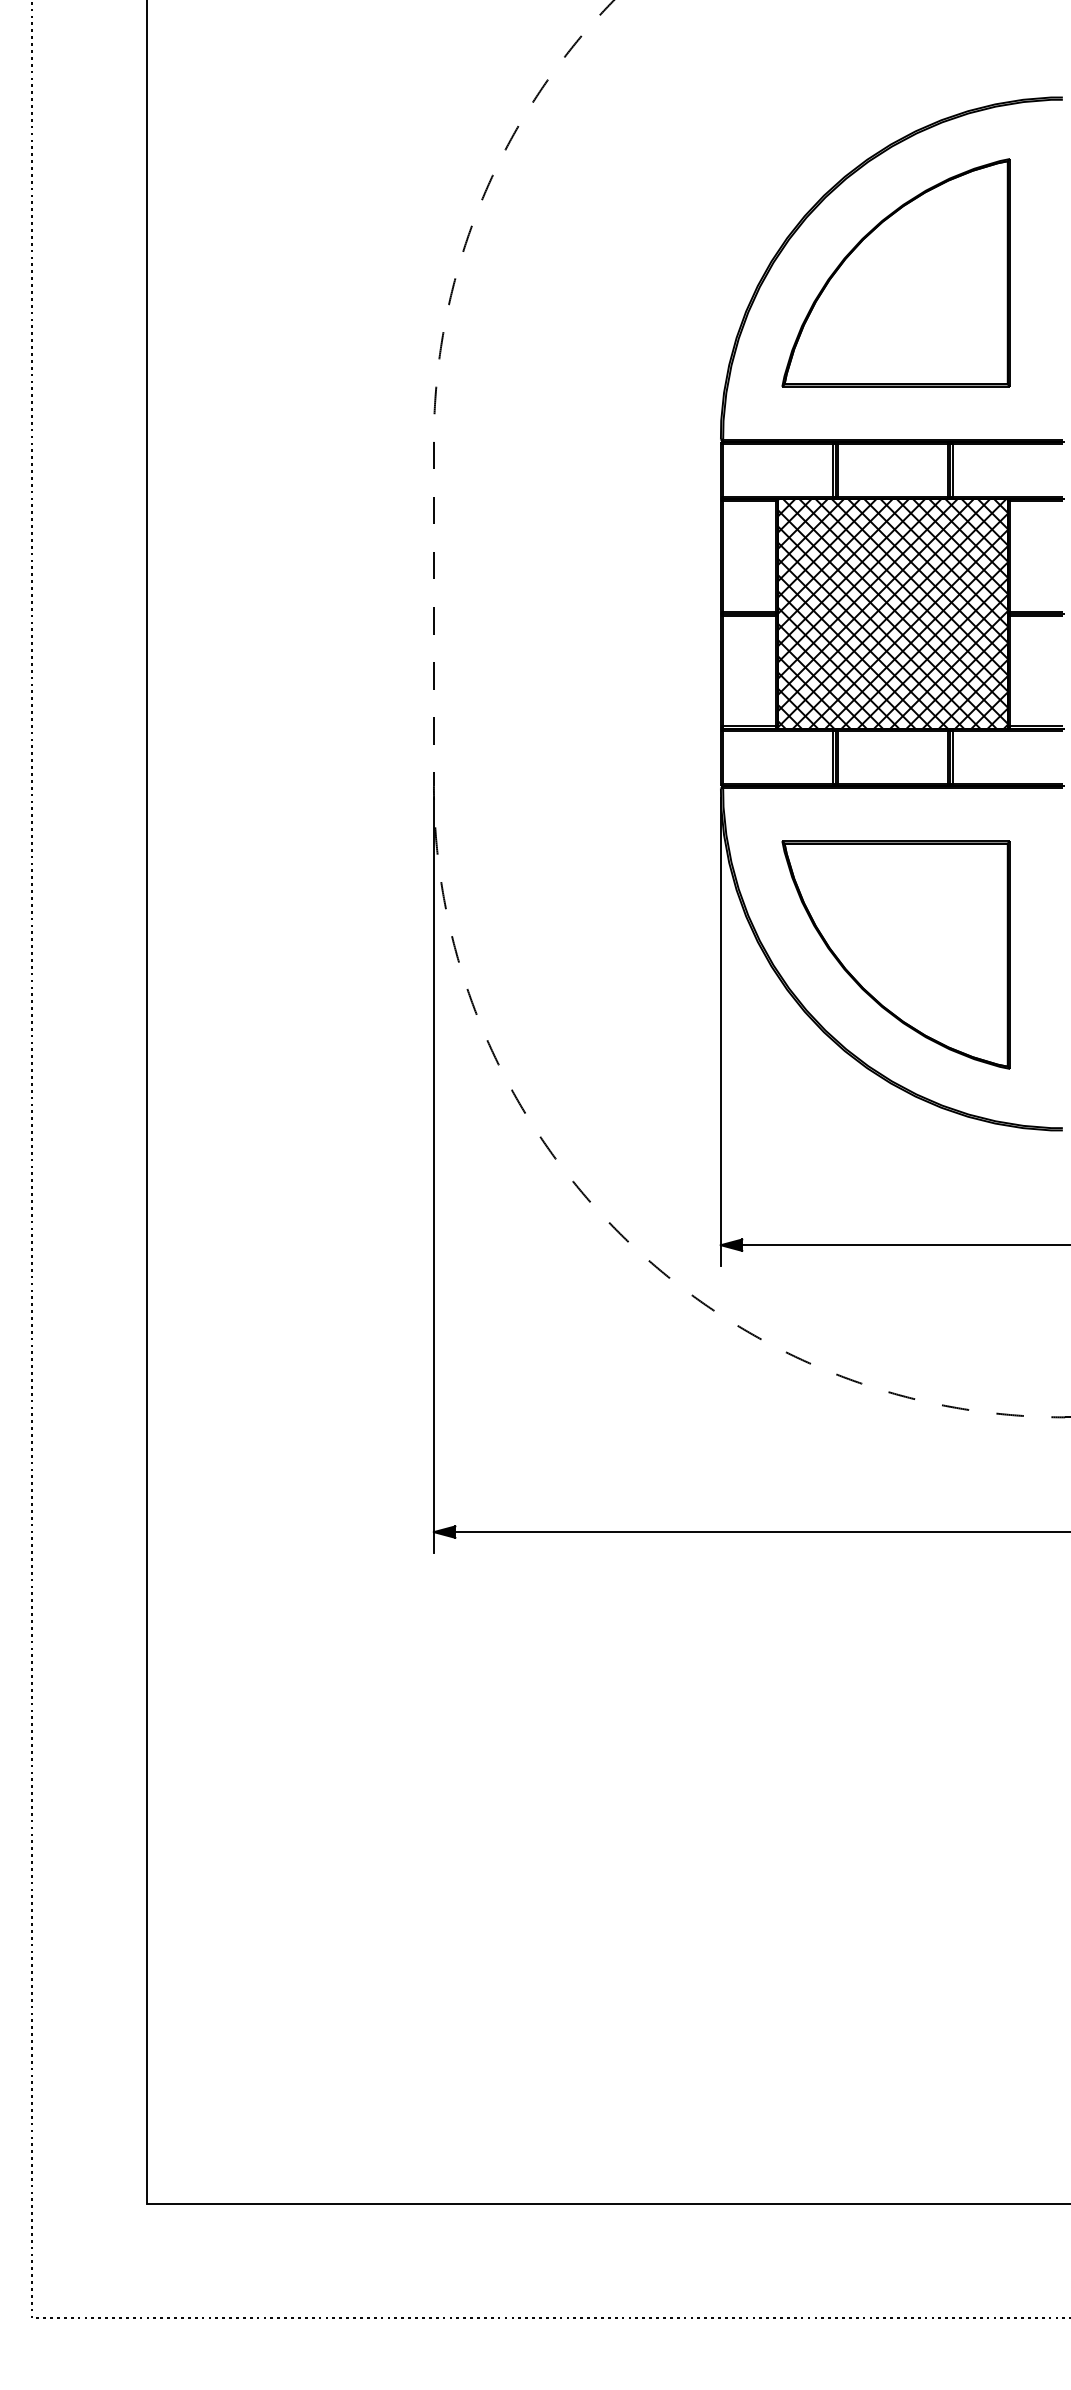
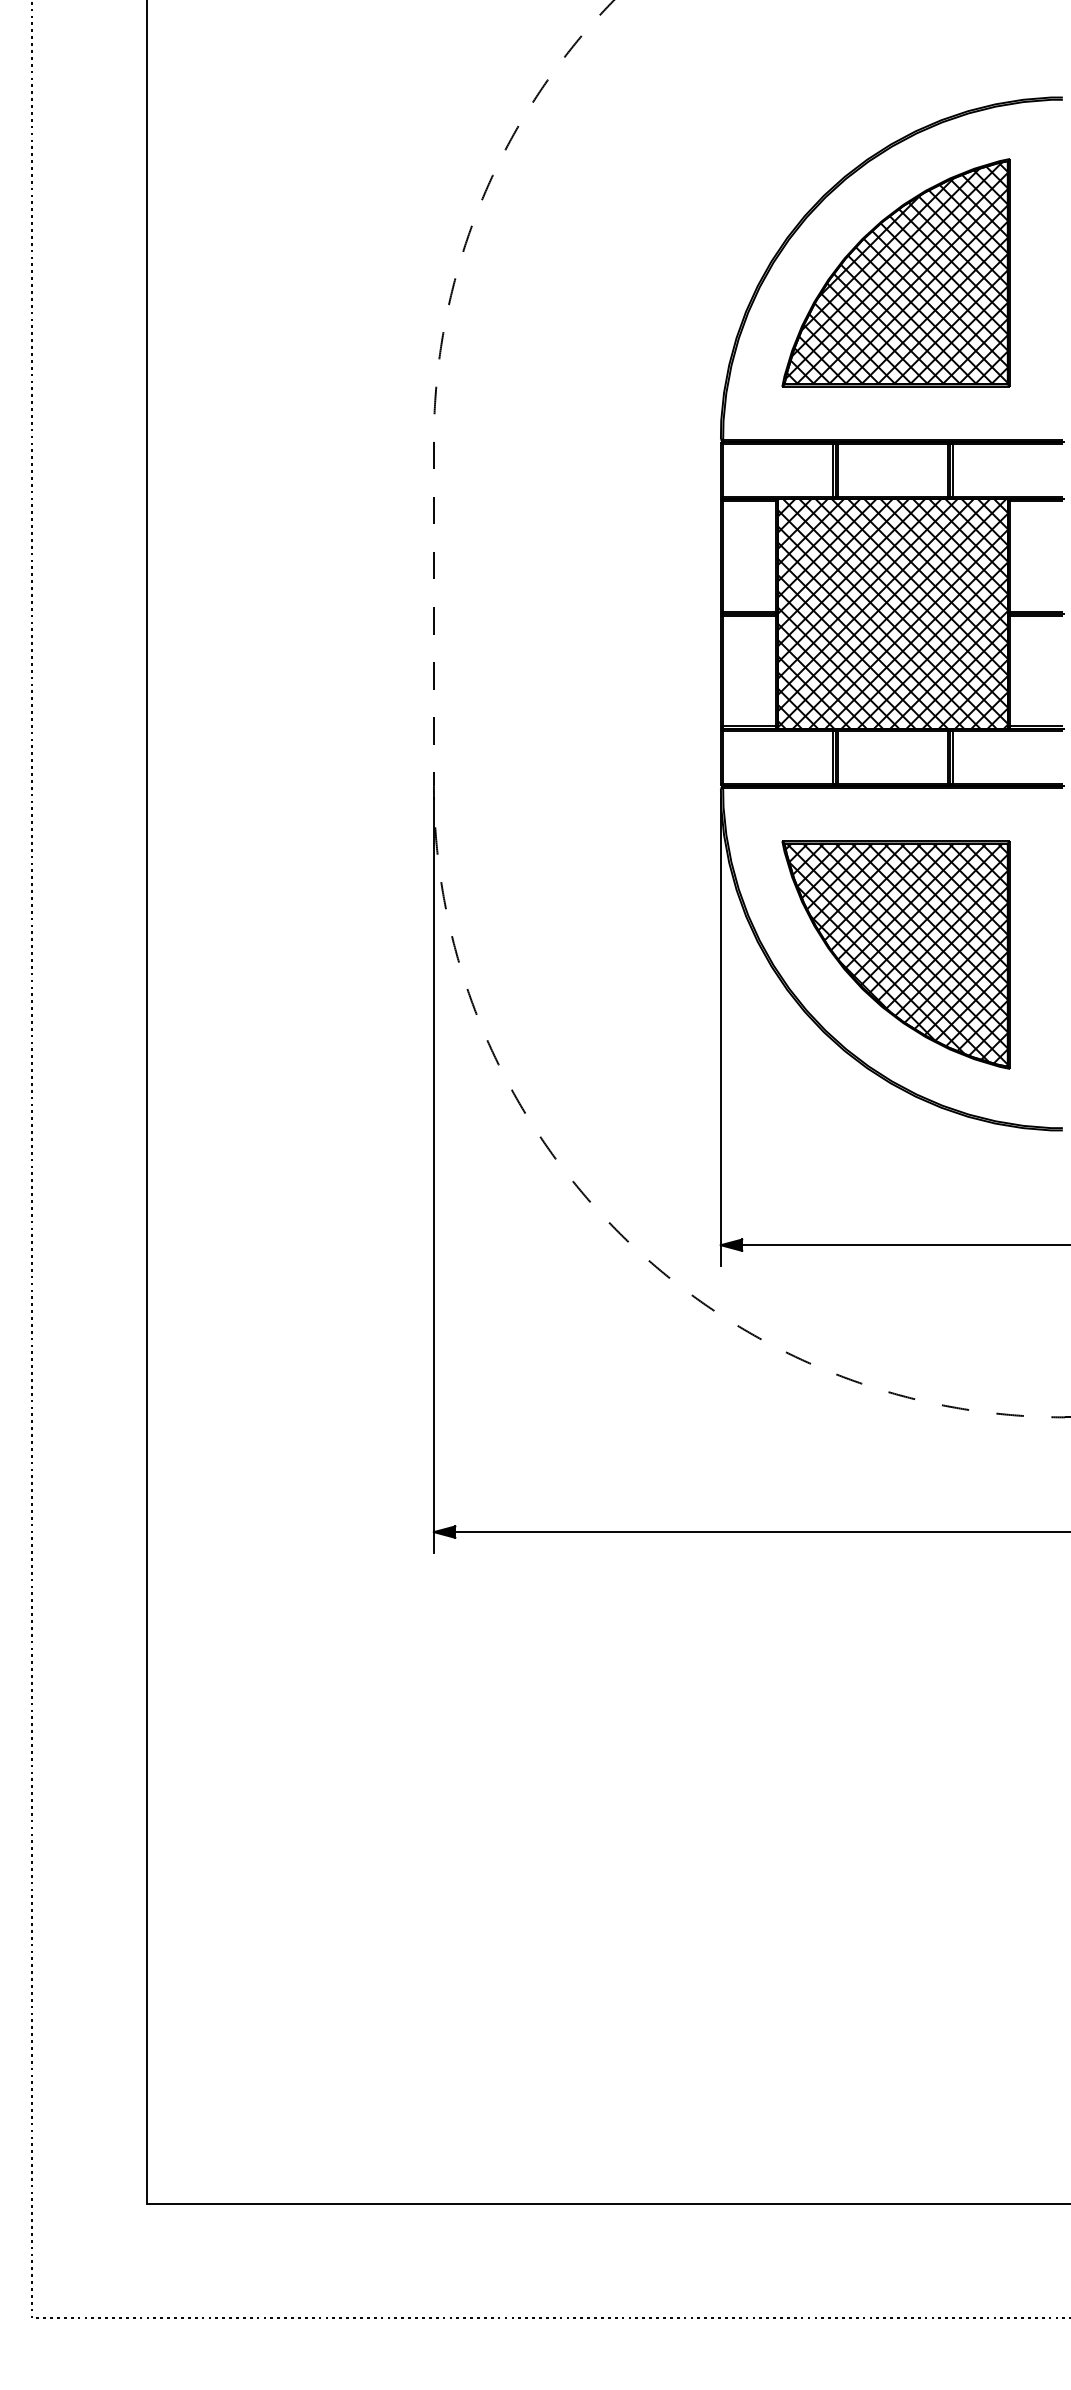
hatch at (896, 273): none -> present
hatch at (896, 954): none -> present
